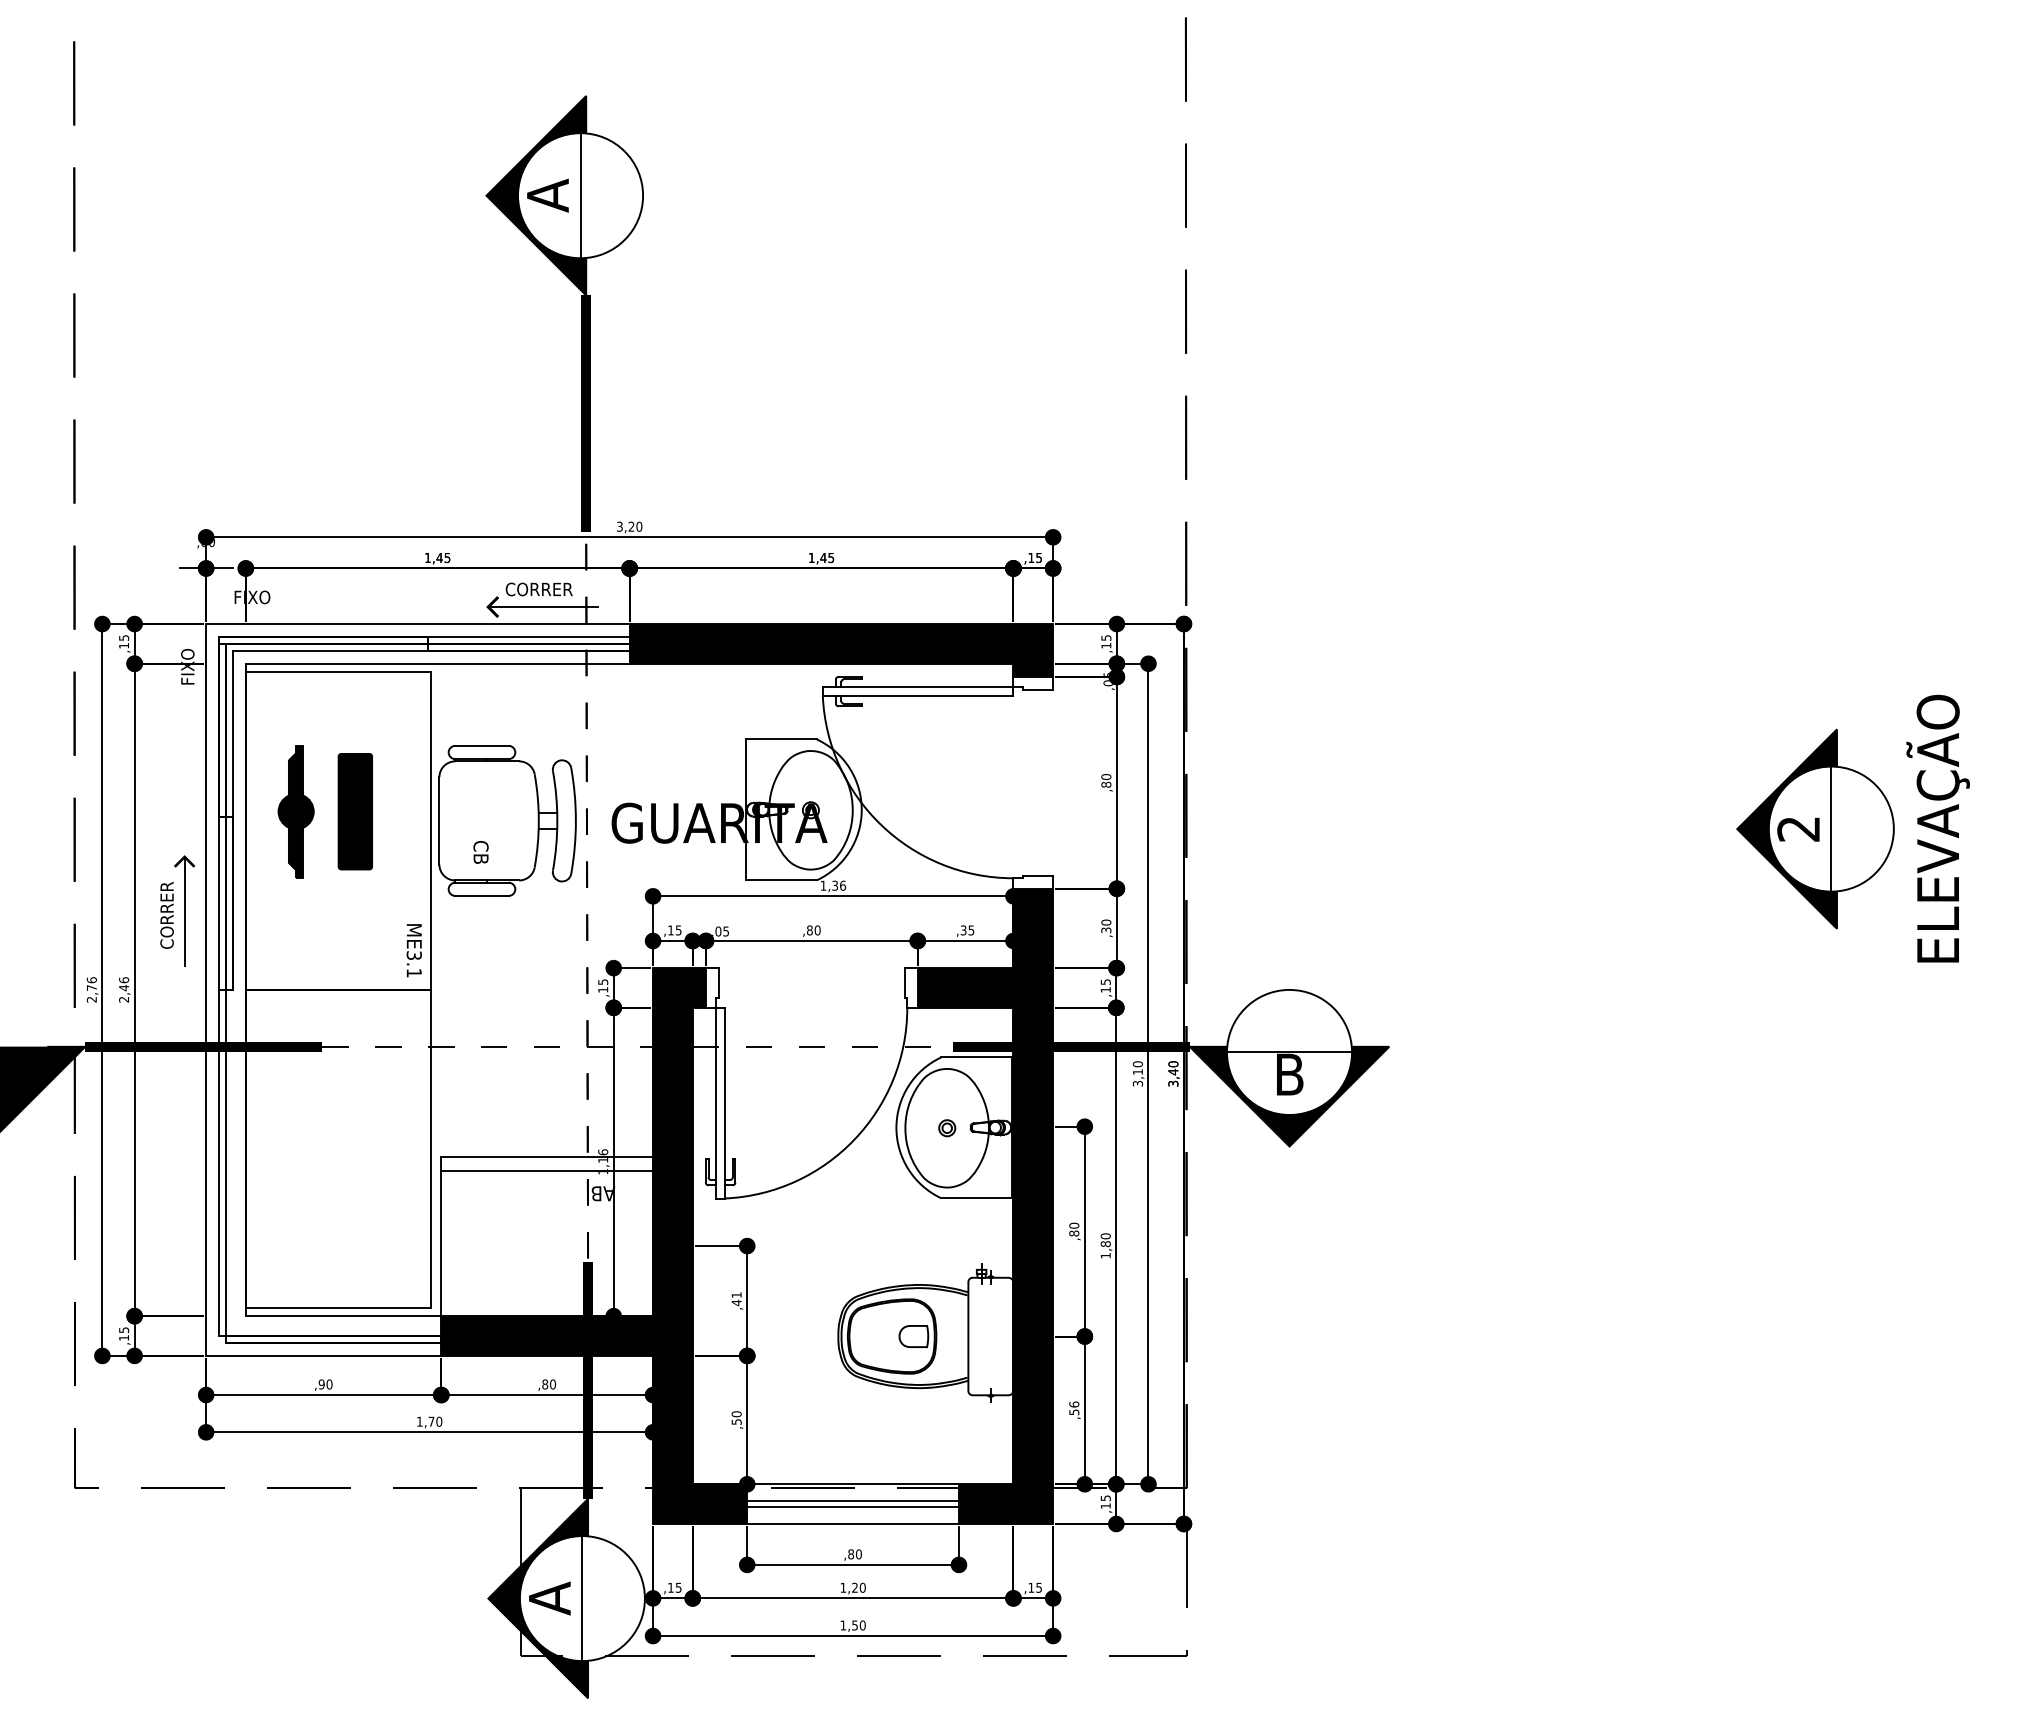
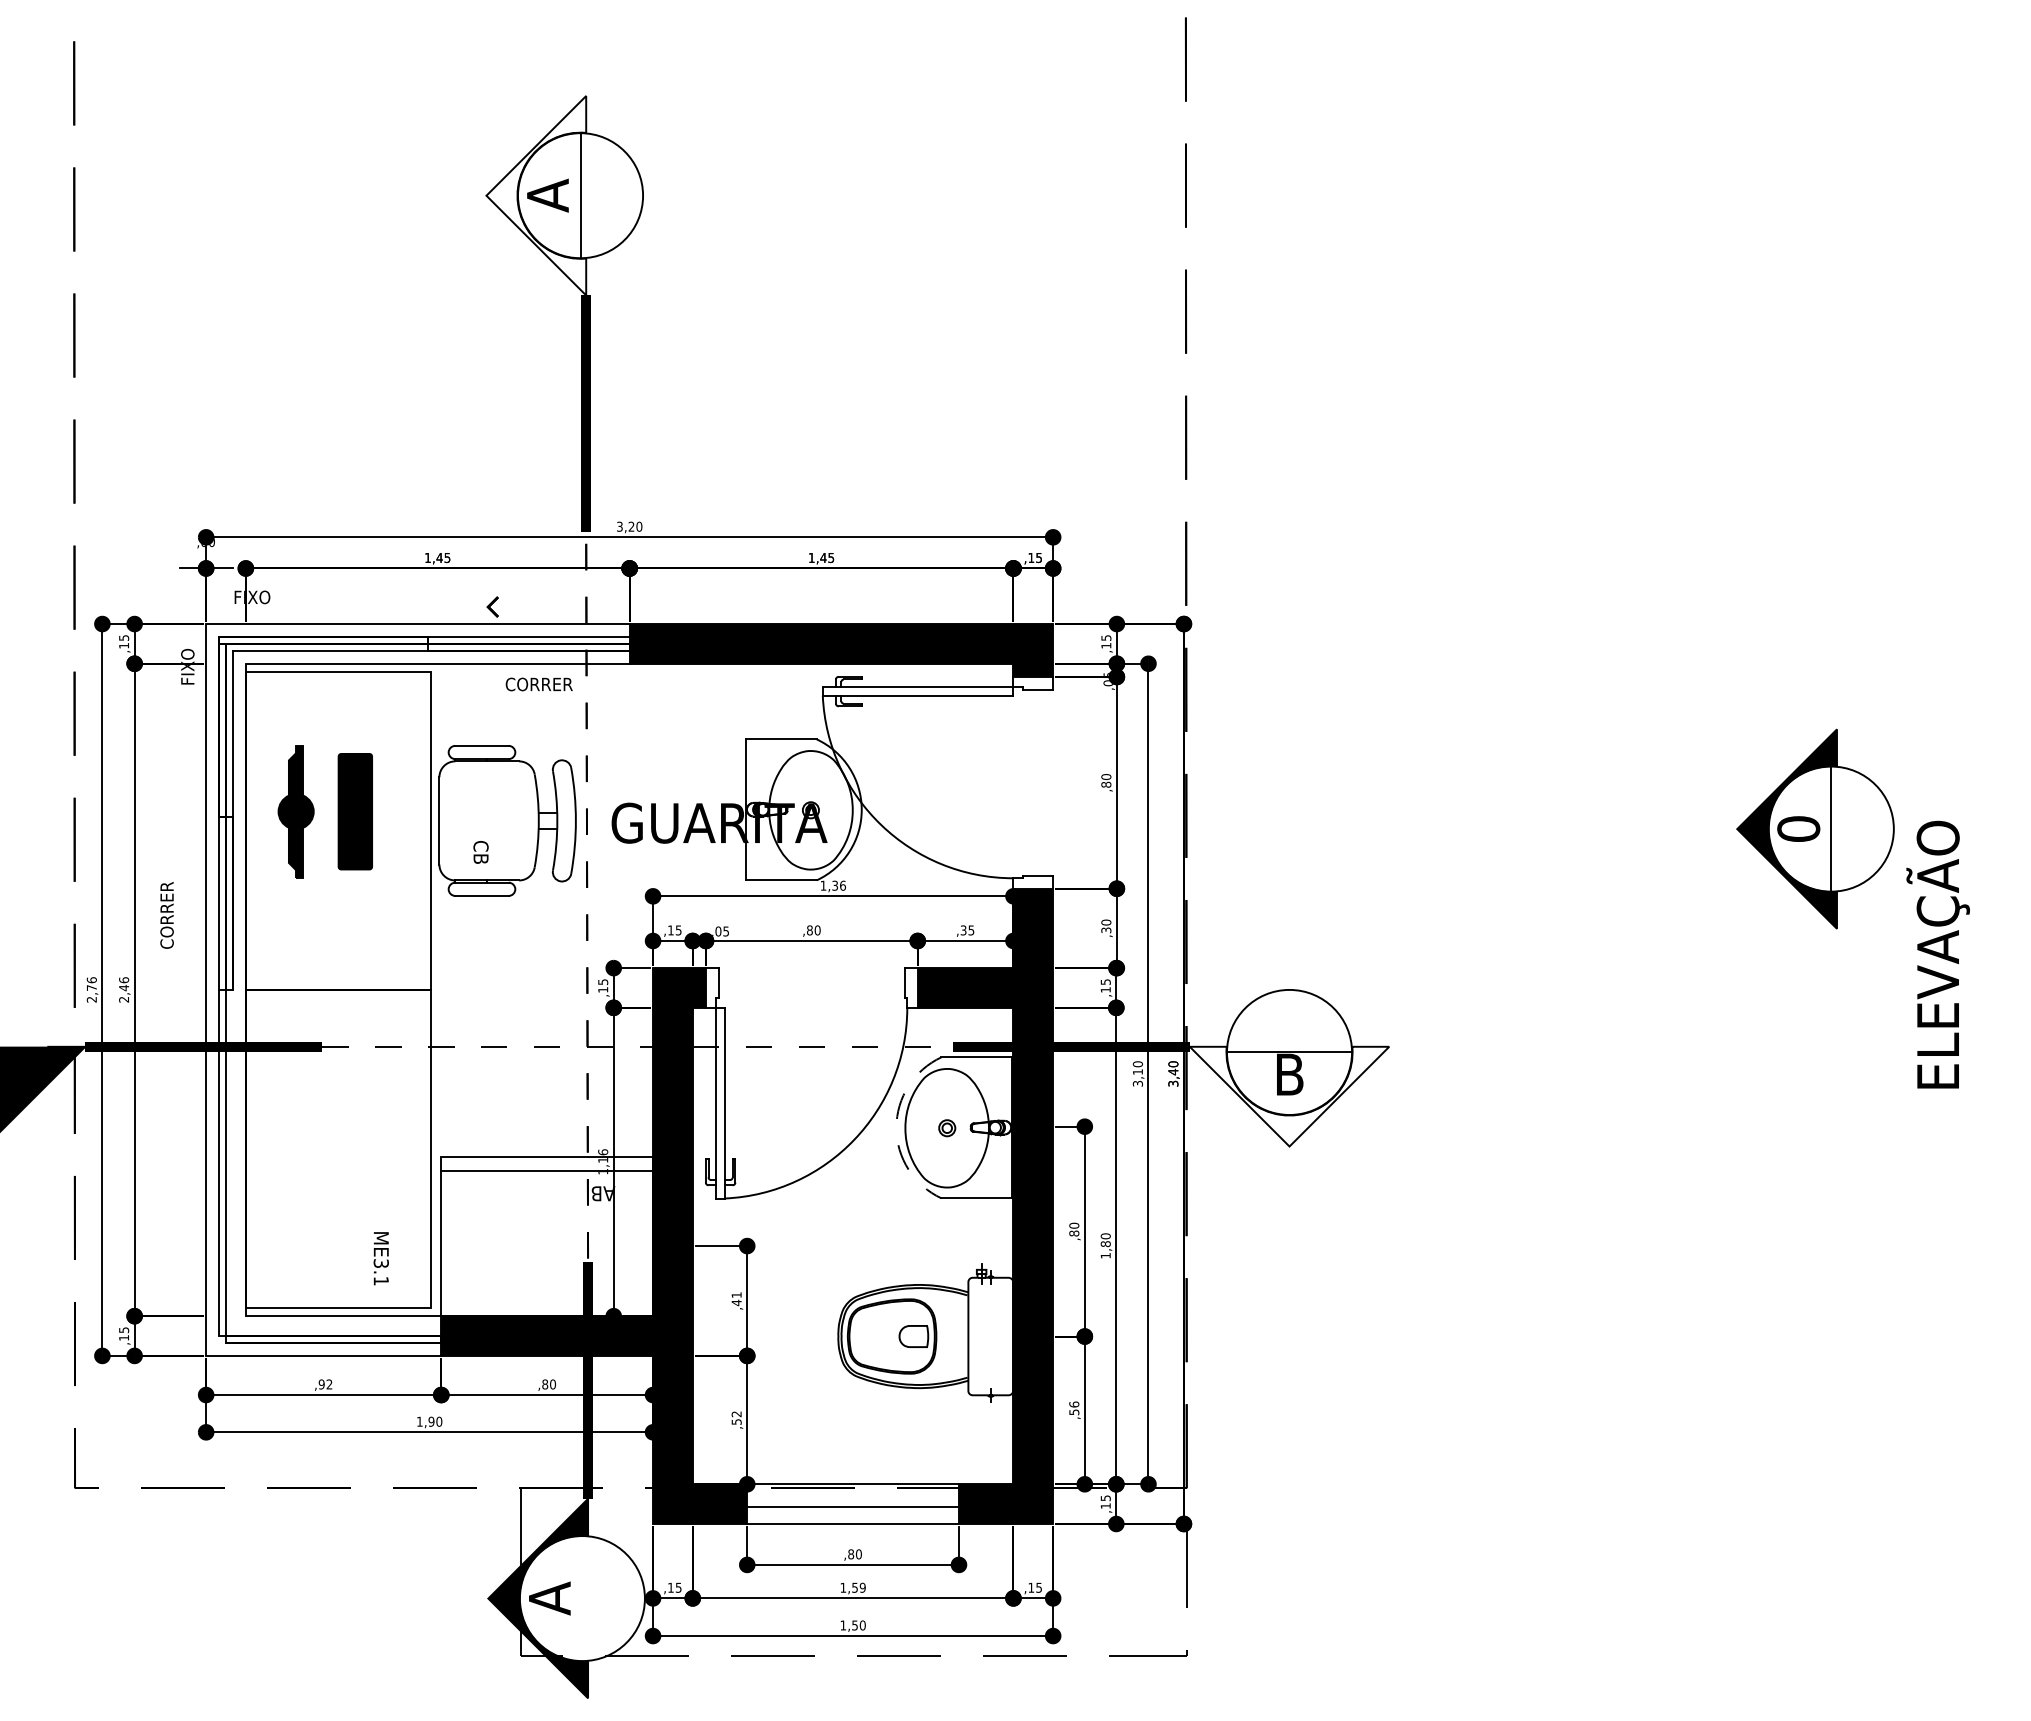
fill at (536, 195): present -> none
text at (538, 589) position: (538, 589) -> (538, 684)
line at (542, 607): present -> none
text at (1798, 828): 2 -> 0
text at (1937, 828) position: (1937, 828) -> (1937, 954)
part at (184, 910): present -> none
text at (413, 950) position: (413, 950) -> (380, 1258)
fill at (1289, 1096): present -> none
line at (896, 1127): solid -> dashed
text at (329, 1384): ,90 -> ,92
text at (736, 1414): ,50 -> ,52
text at (431, 1421): 1,70 -> 1,90
line at (852, 1500): present -> none
text at (858, 1587): 1,20 -> 1,59
line at (582, 1598): present -> none
